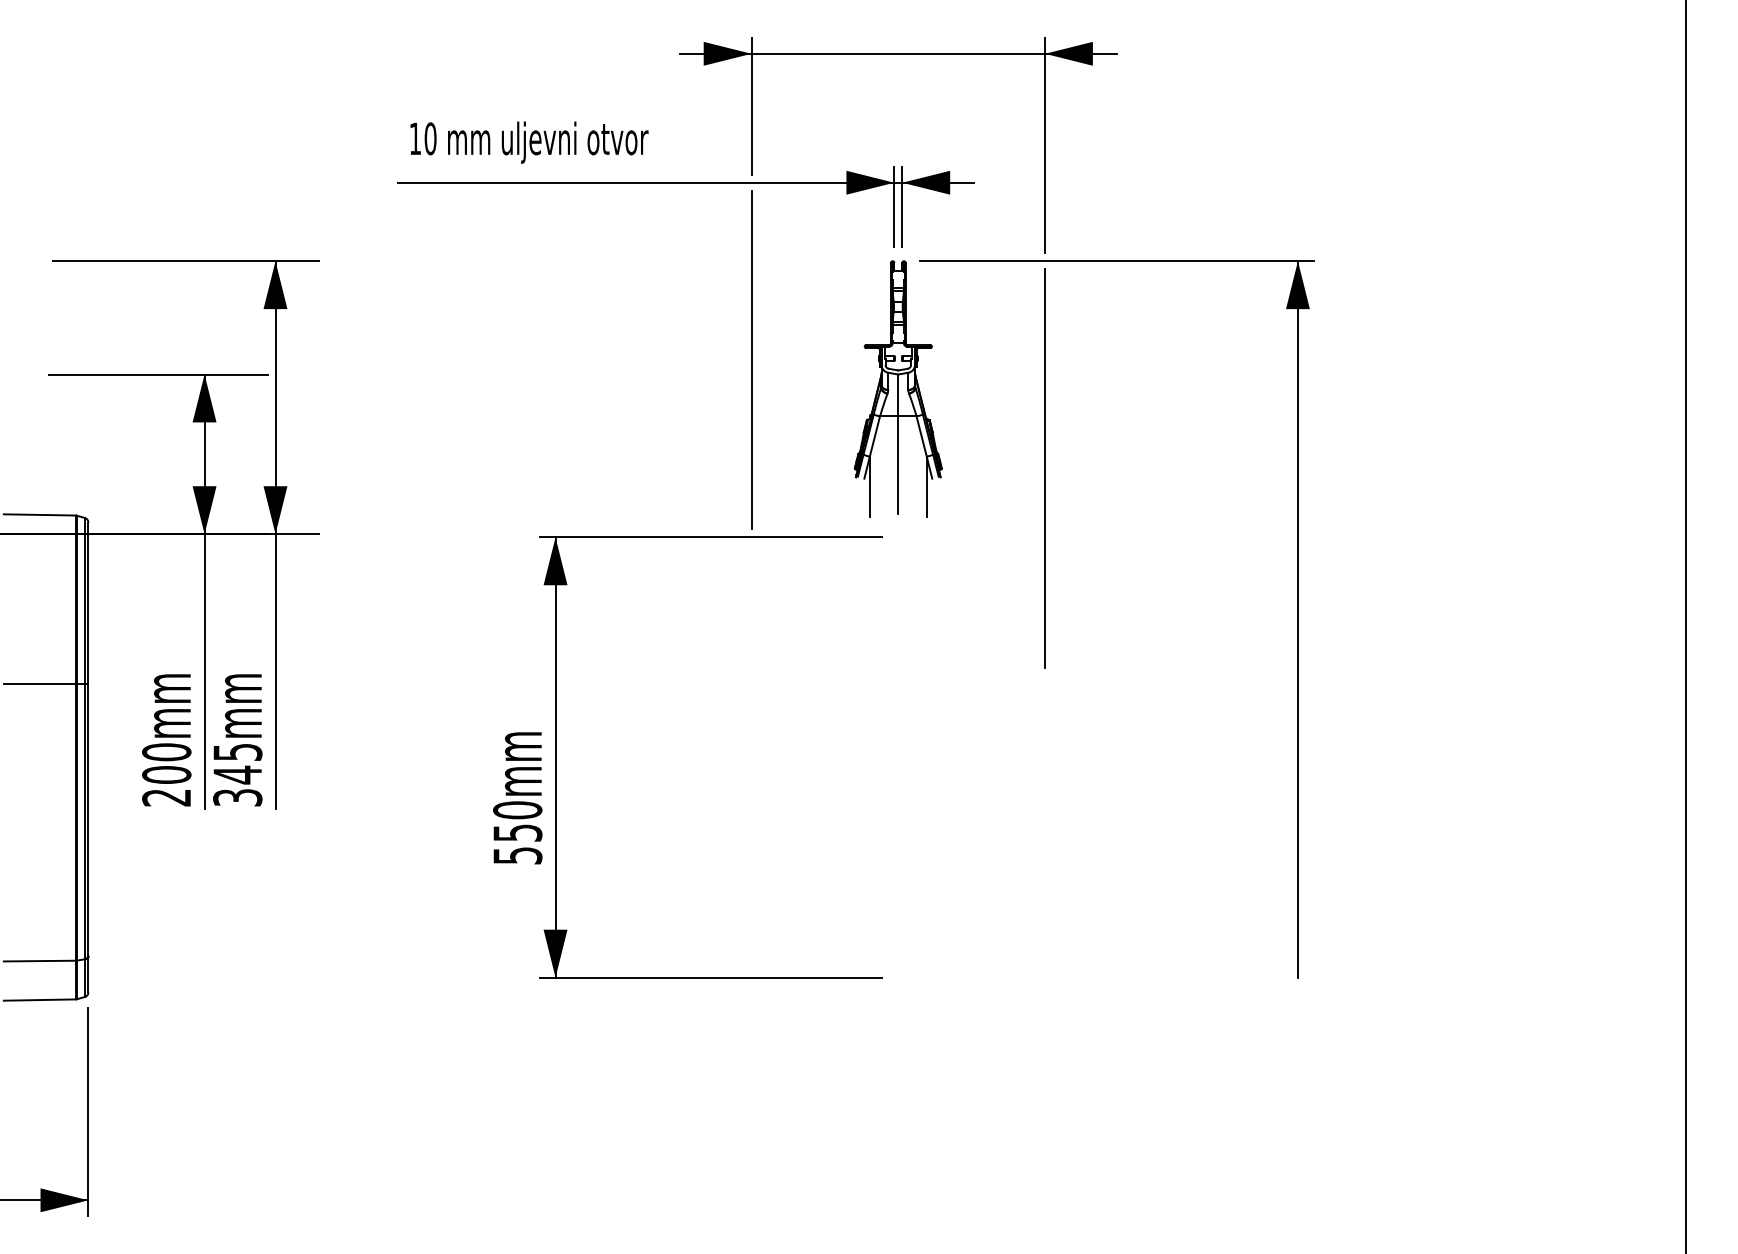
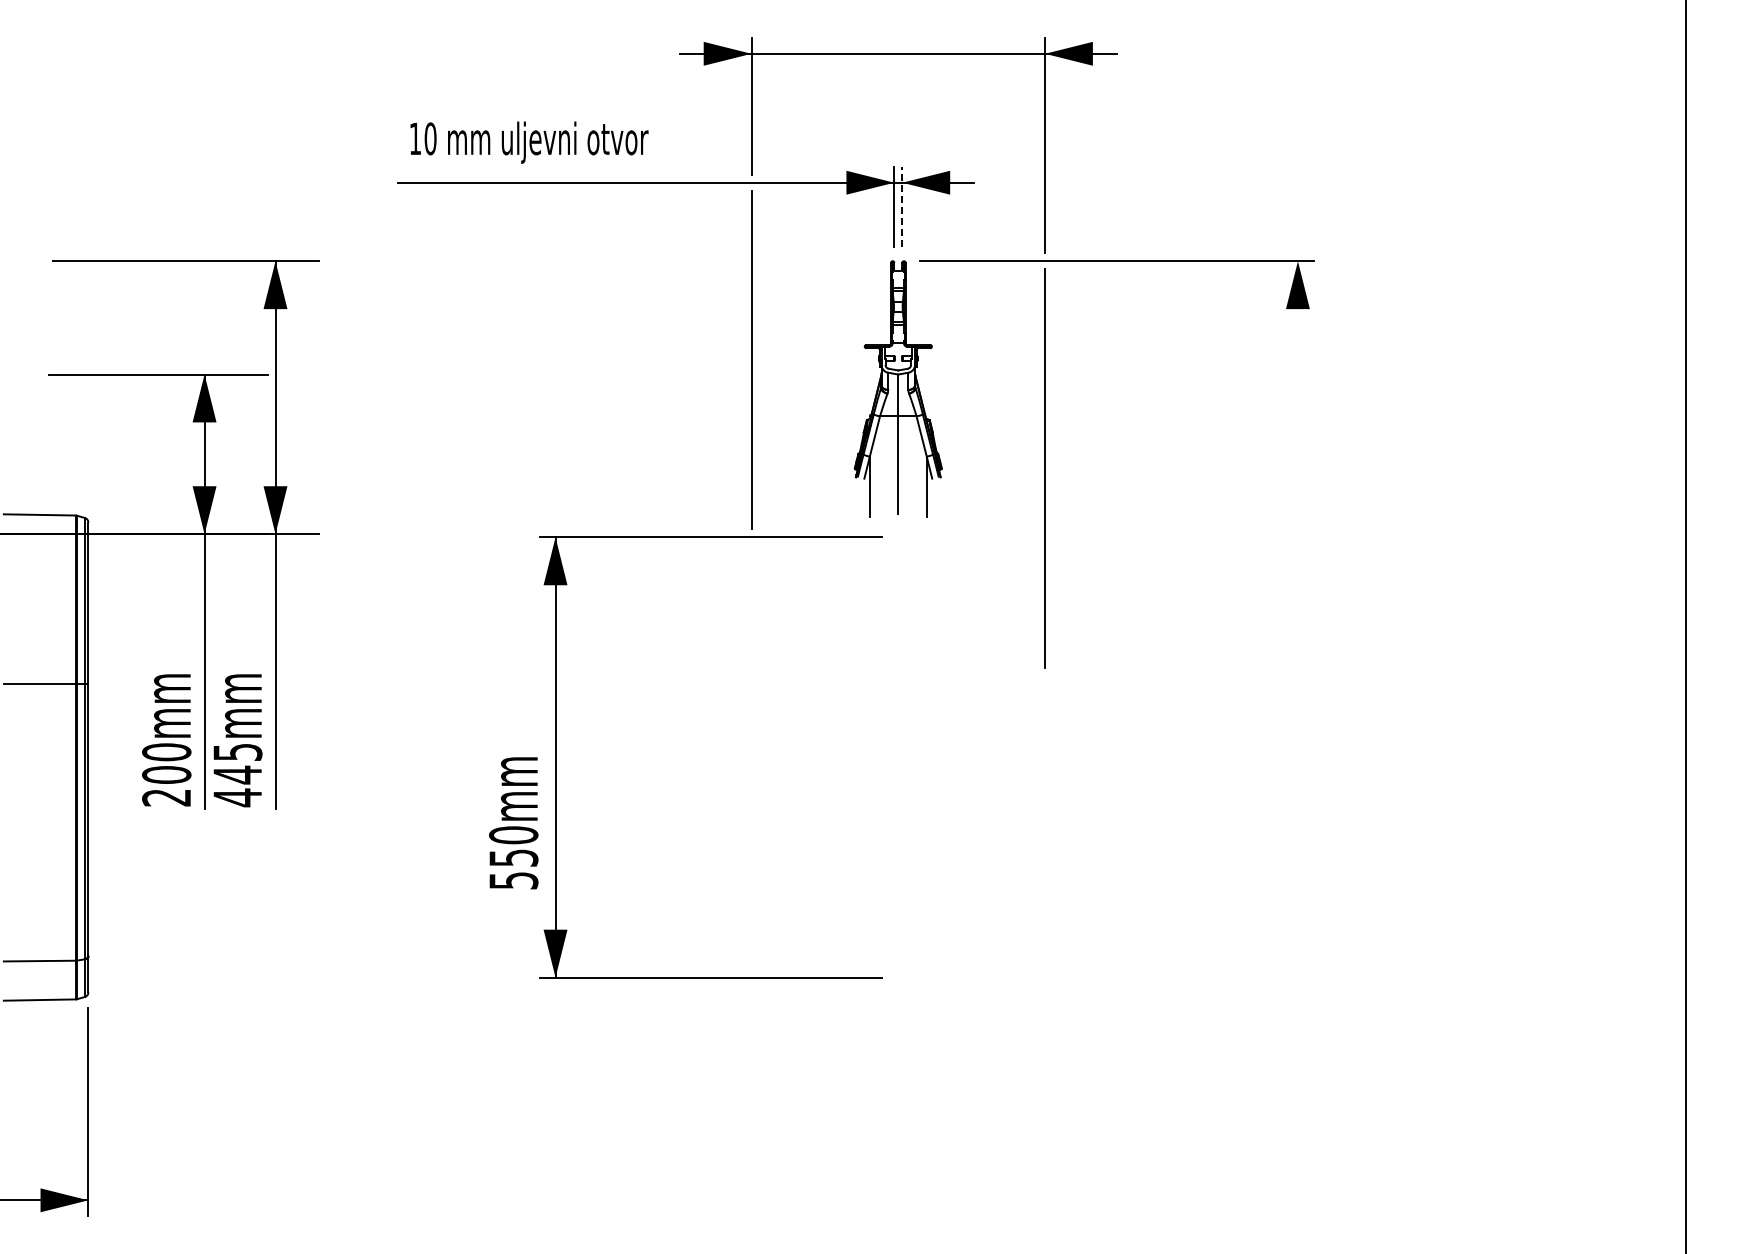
line at (902, 206): solid -> dashed
line at (1297, 619): present -> none
text at (237, 797): 345mm -> 445mm
text at (517, 798) position: (517, 798) -> (513, 823)
